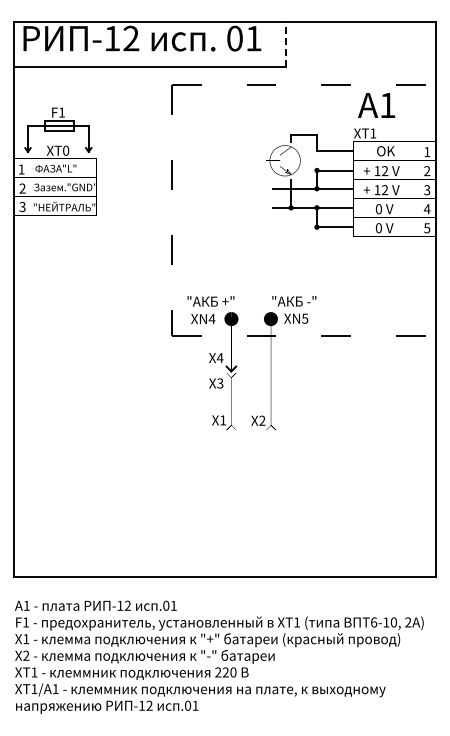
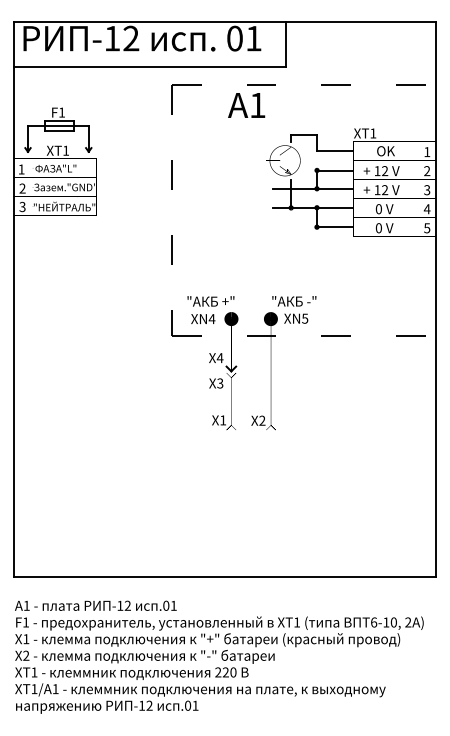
line at (286, 44): dashed -> solid
text at (376, 105) position: (376, 105) -> (246, 105)
text at (66, 150): XT0 -> XT1
